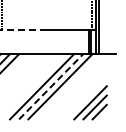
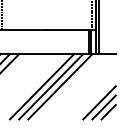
line at (23, 29): dashed -> solid
line at (51, 86): dashed -> solid
part at (90, 102) position: (90, 102) -> (99, 102)
